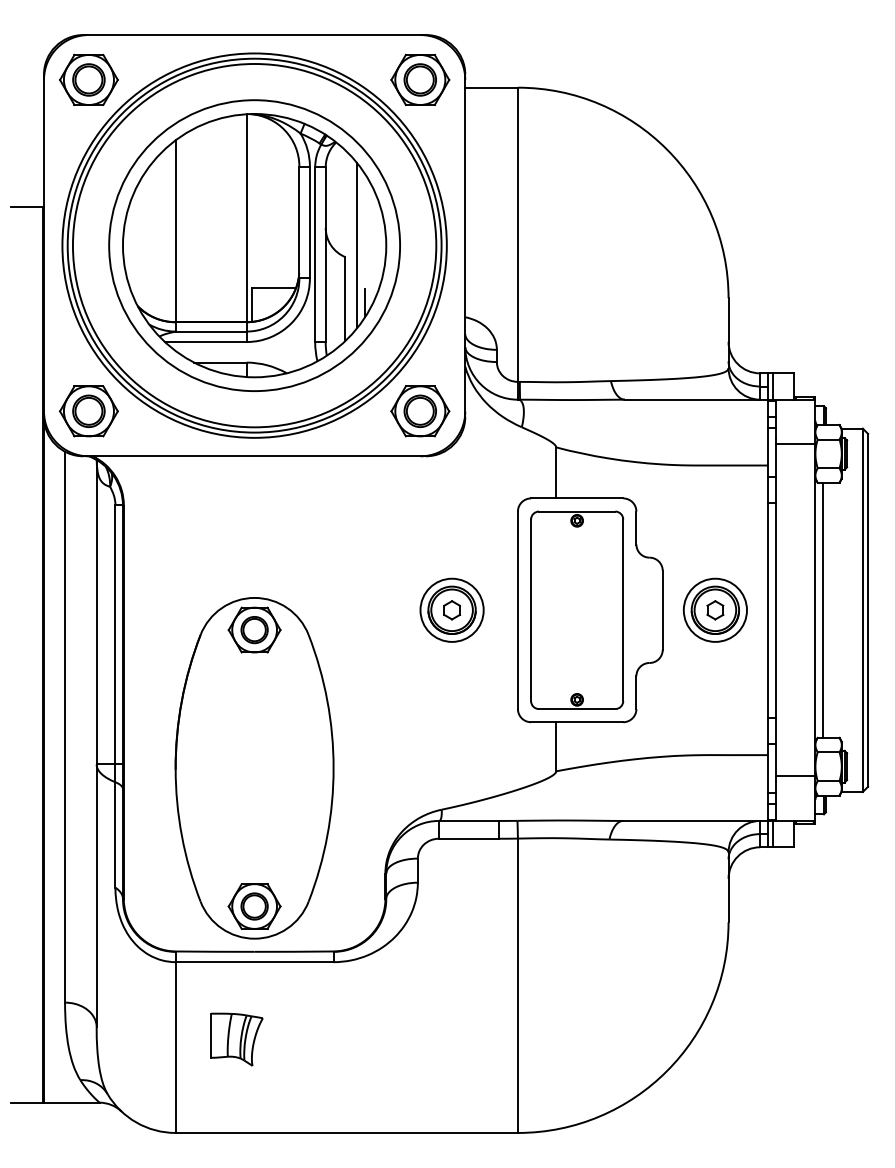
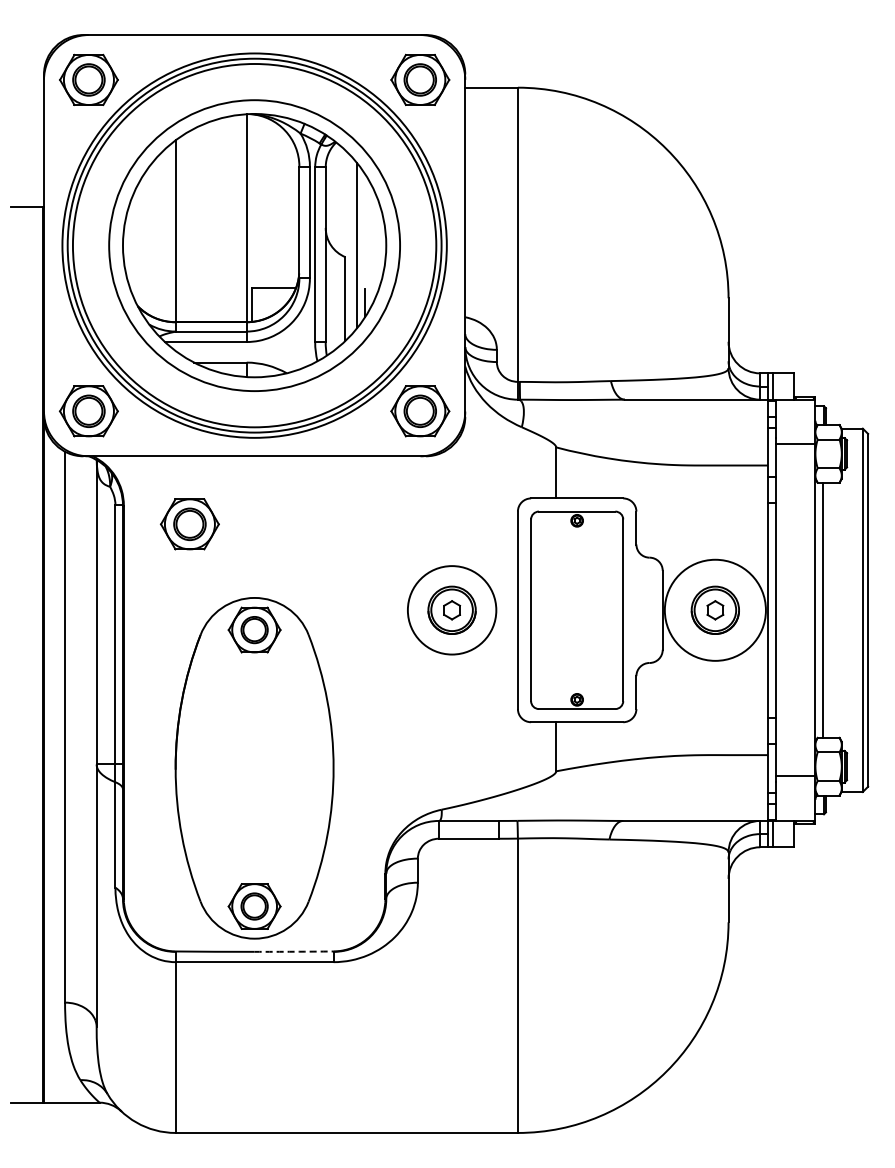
part at (189, 524): none -> present
circle at (451, 609) diameter: 63 px -> 88 px
circle at (714, 609) diameter: 63 px -> 101 px
arc at (294, 951): solid -> dashed
part at (236, 1039): present -> none
